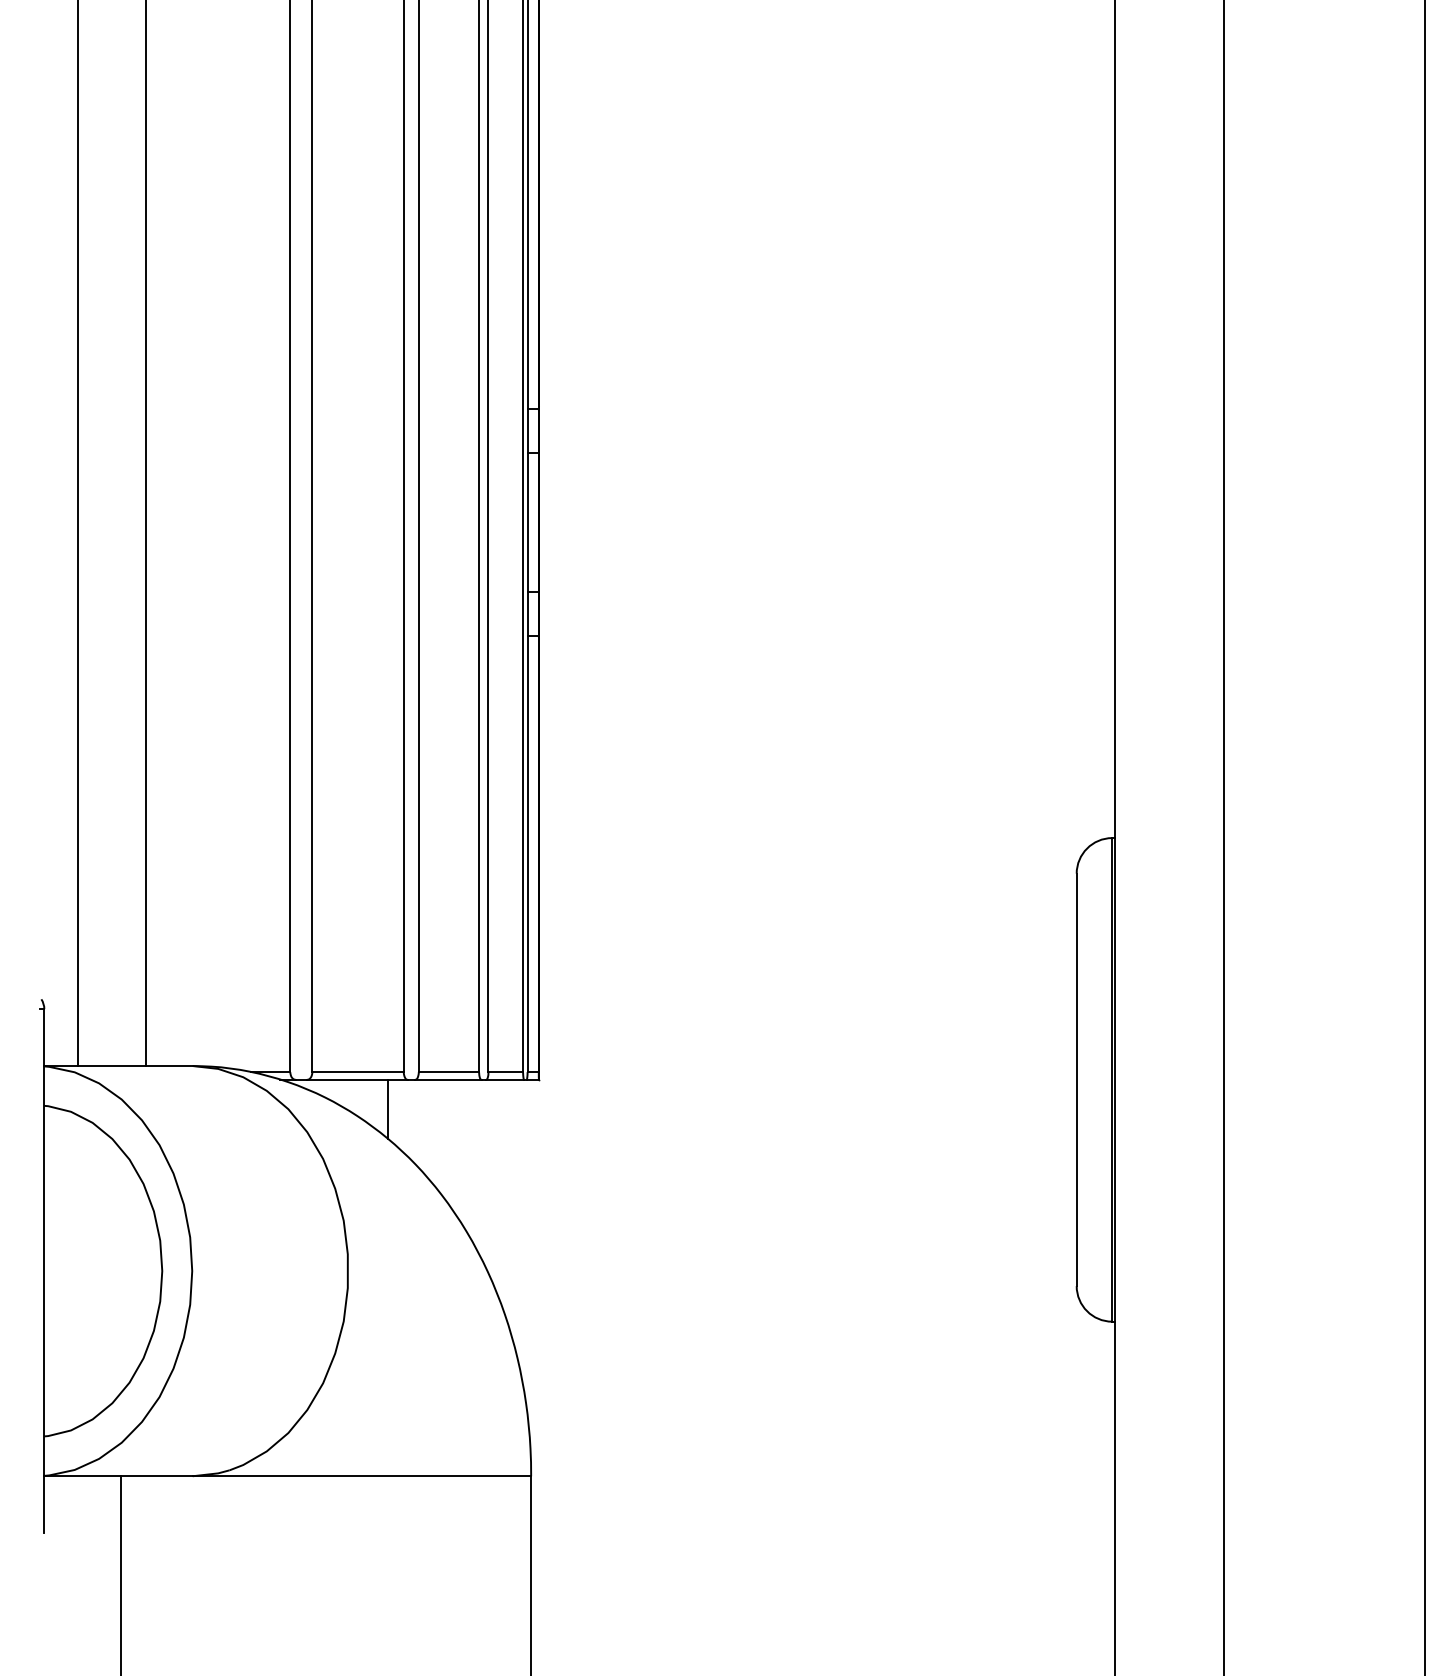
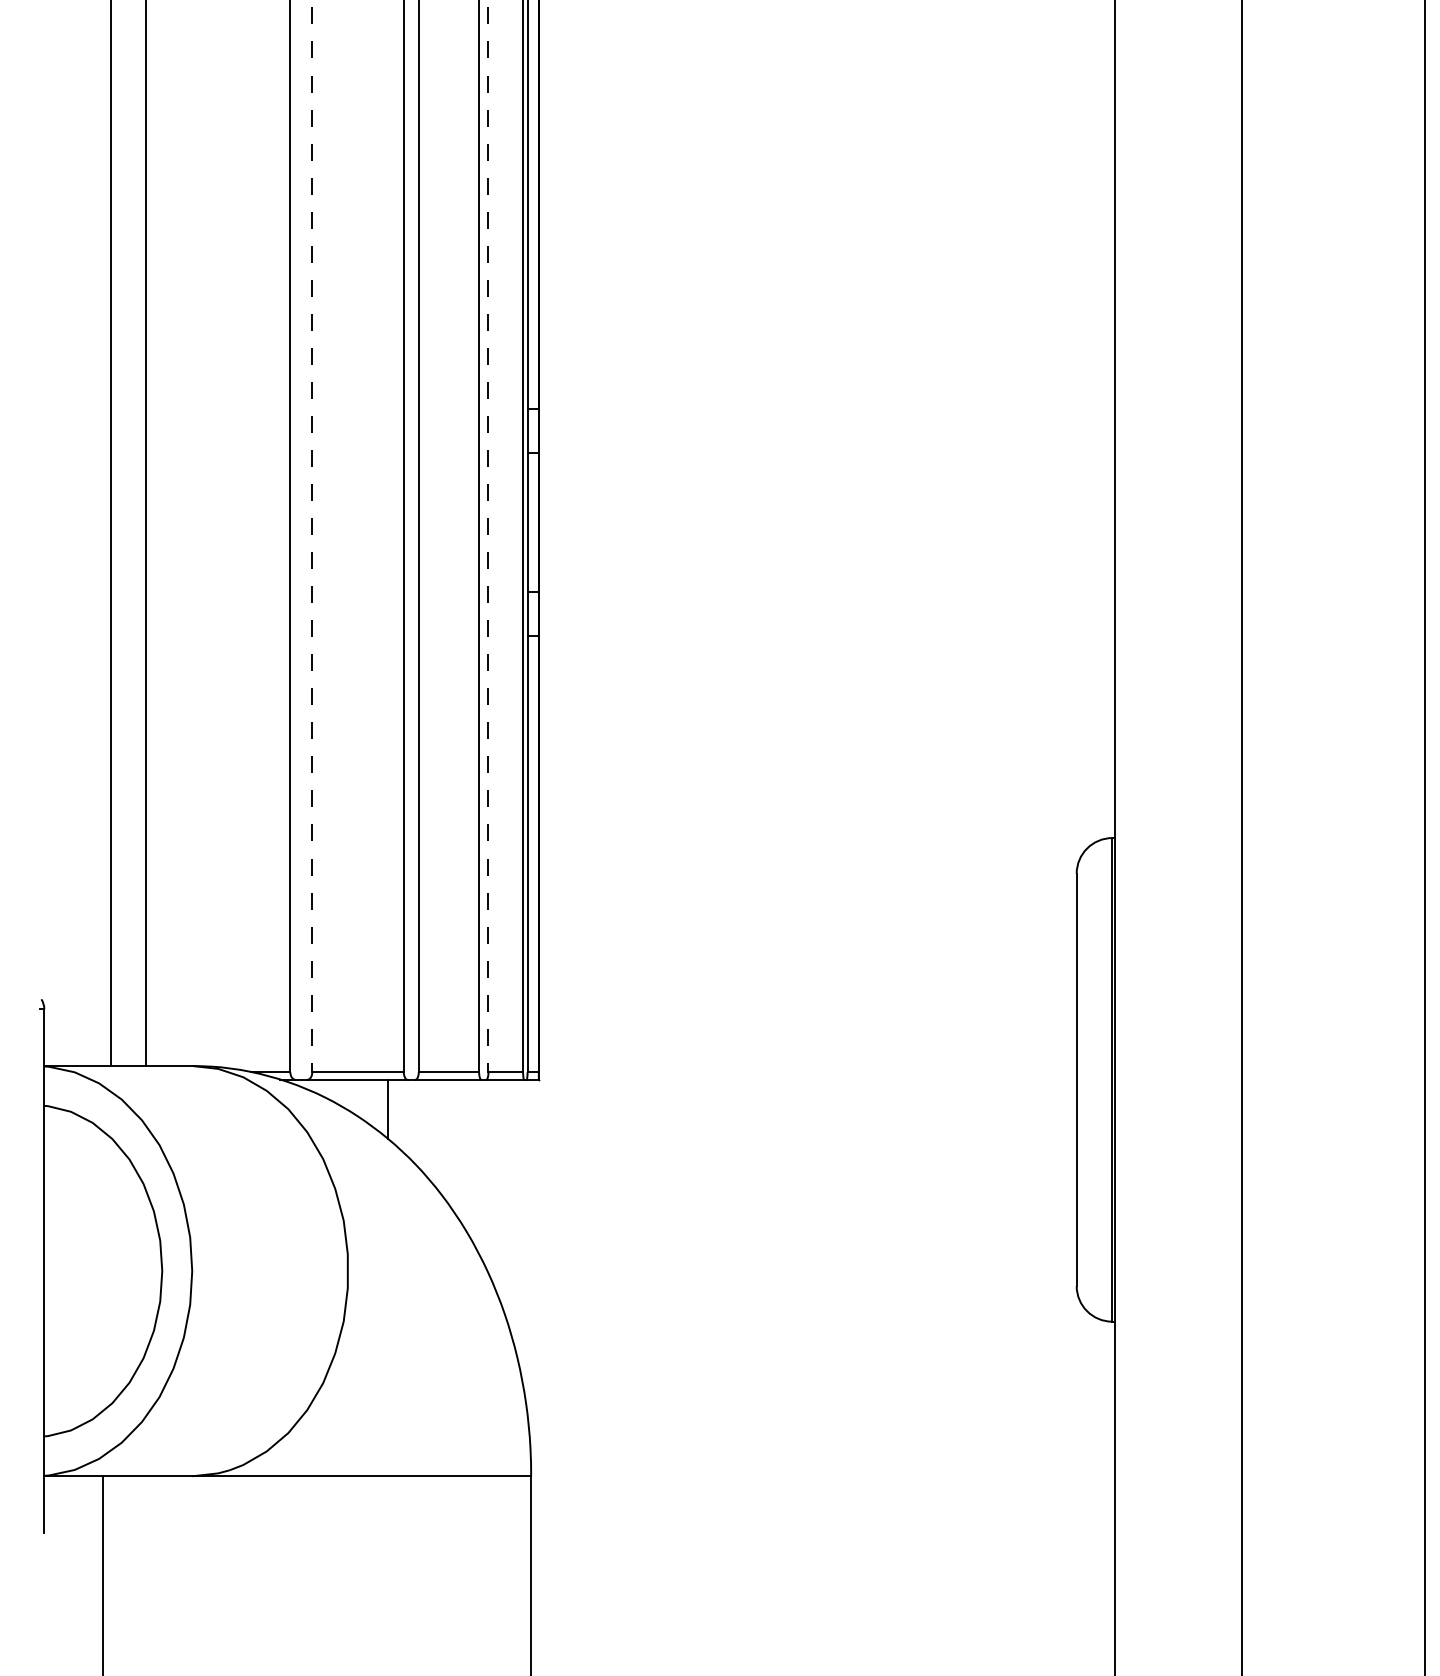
line at (78, 534) position: (78, 534) -> (111, 534)
line at (312, 536): solid -> dashed
line at (488, 536): solid -> dashed
line at (1223, 837) position: (1223, 837) -> (1241, 837)
line at (121, 1574) position: (121, 1574) -> (103, 1574)
